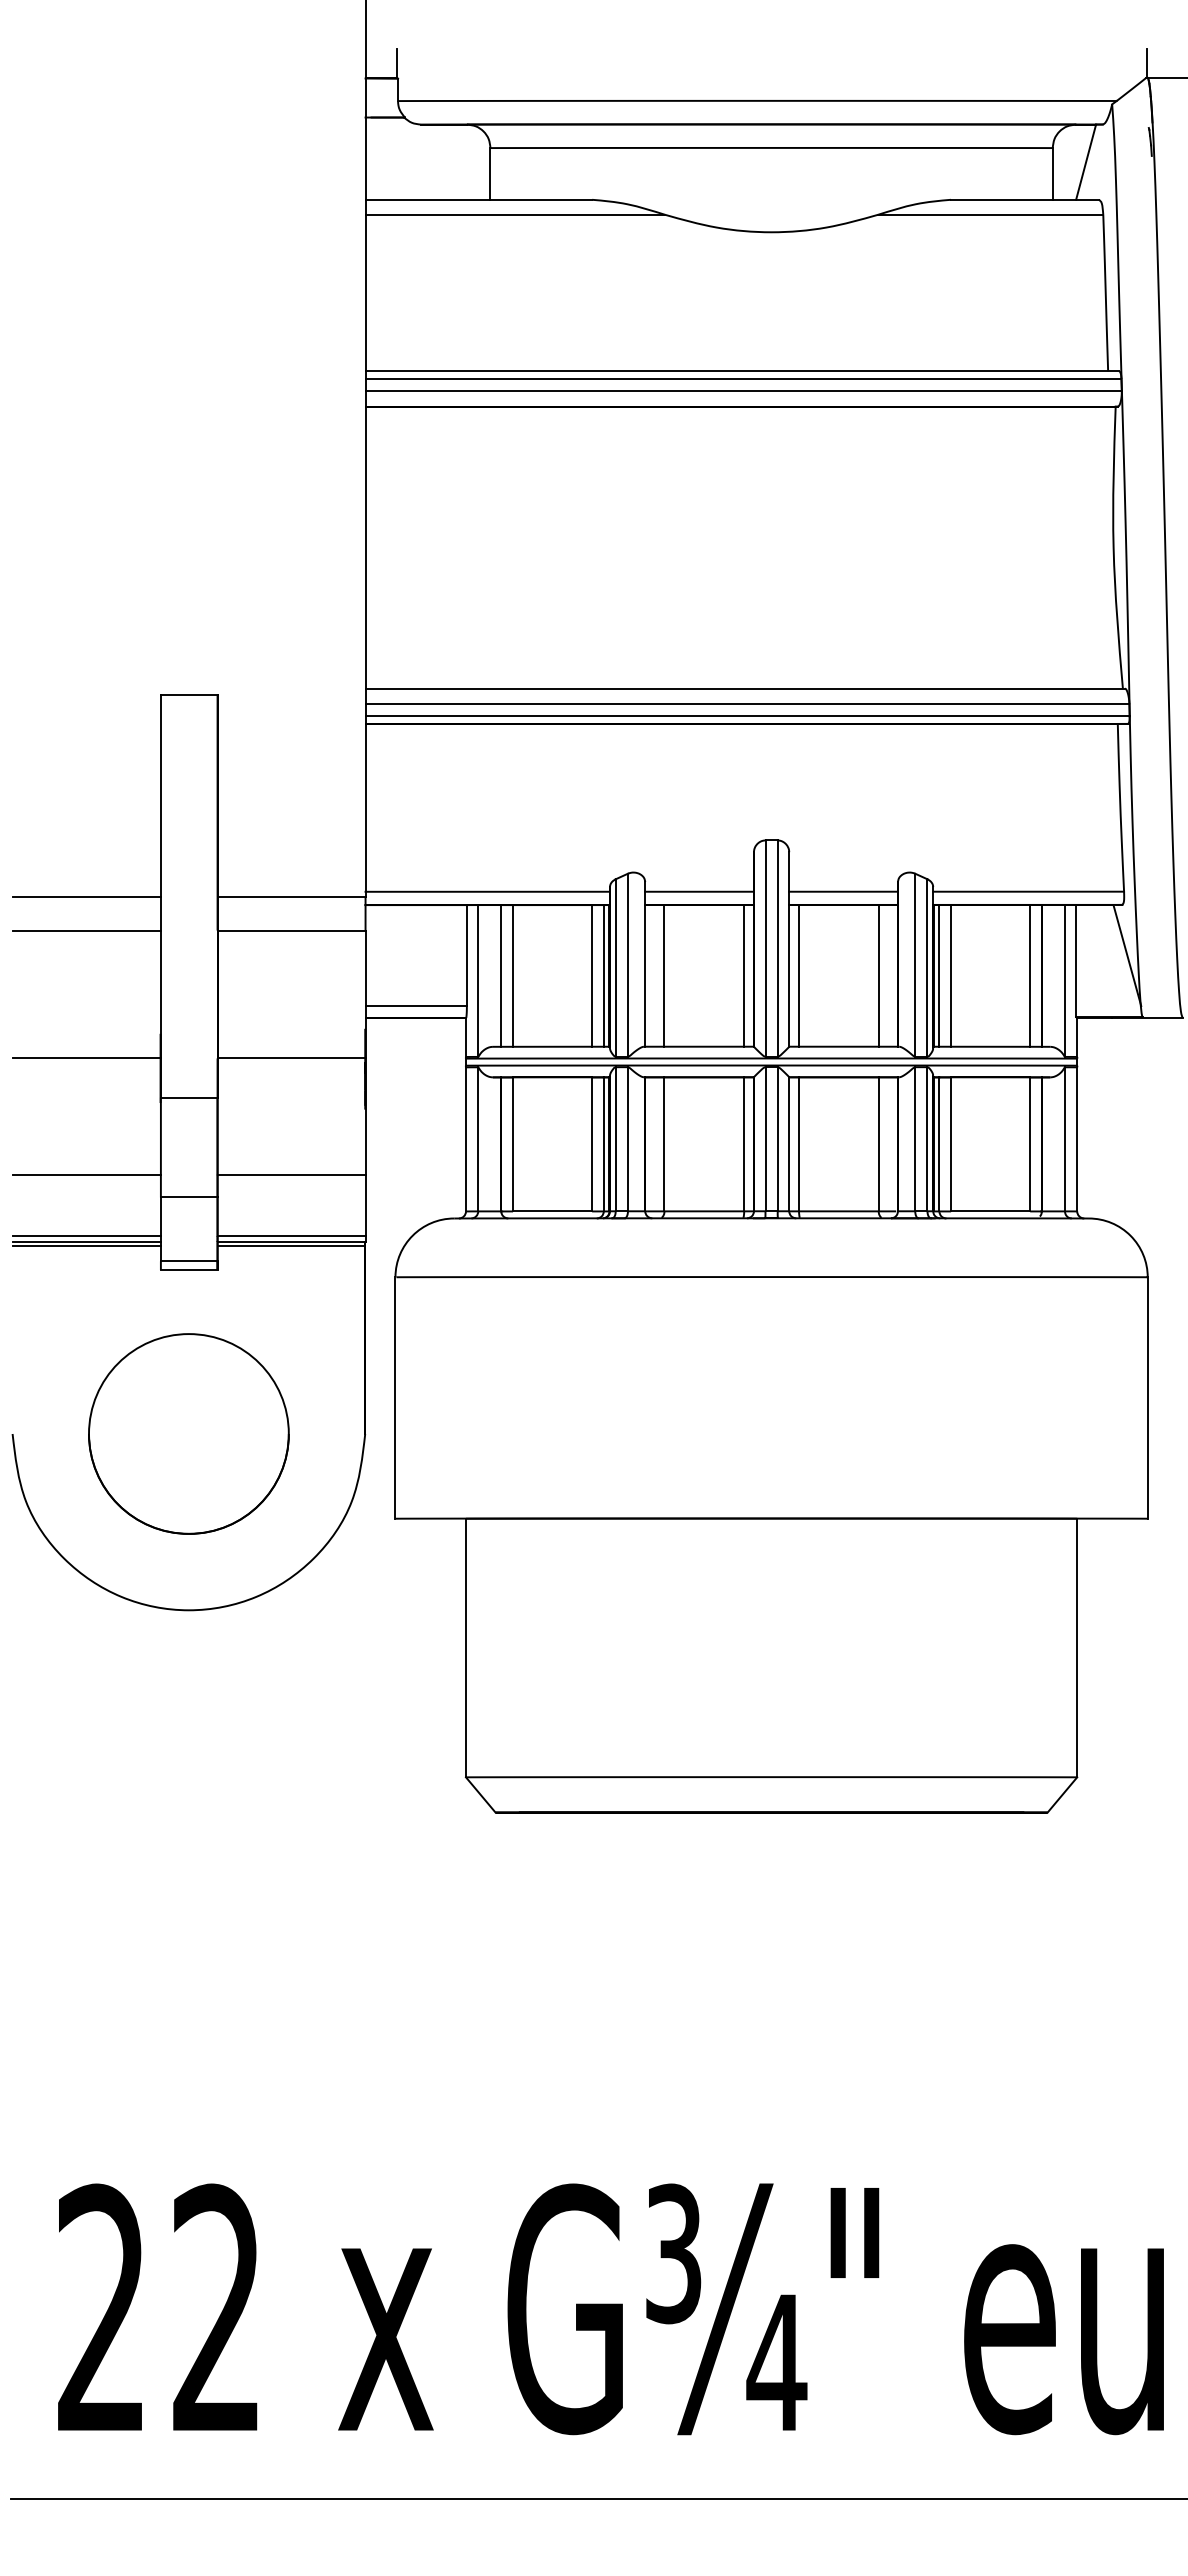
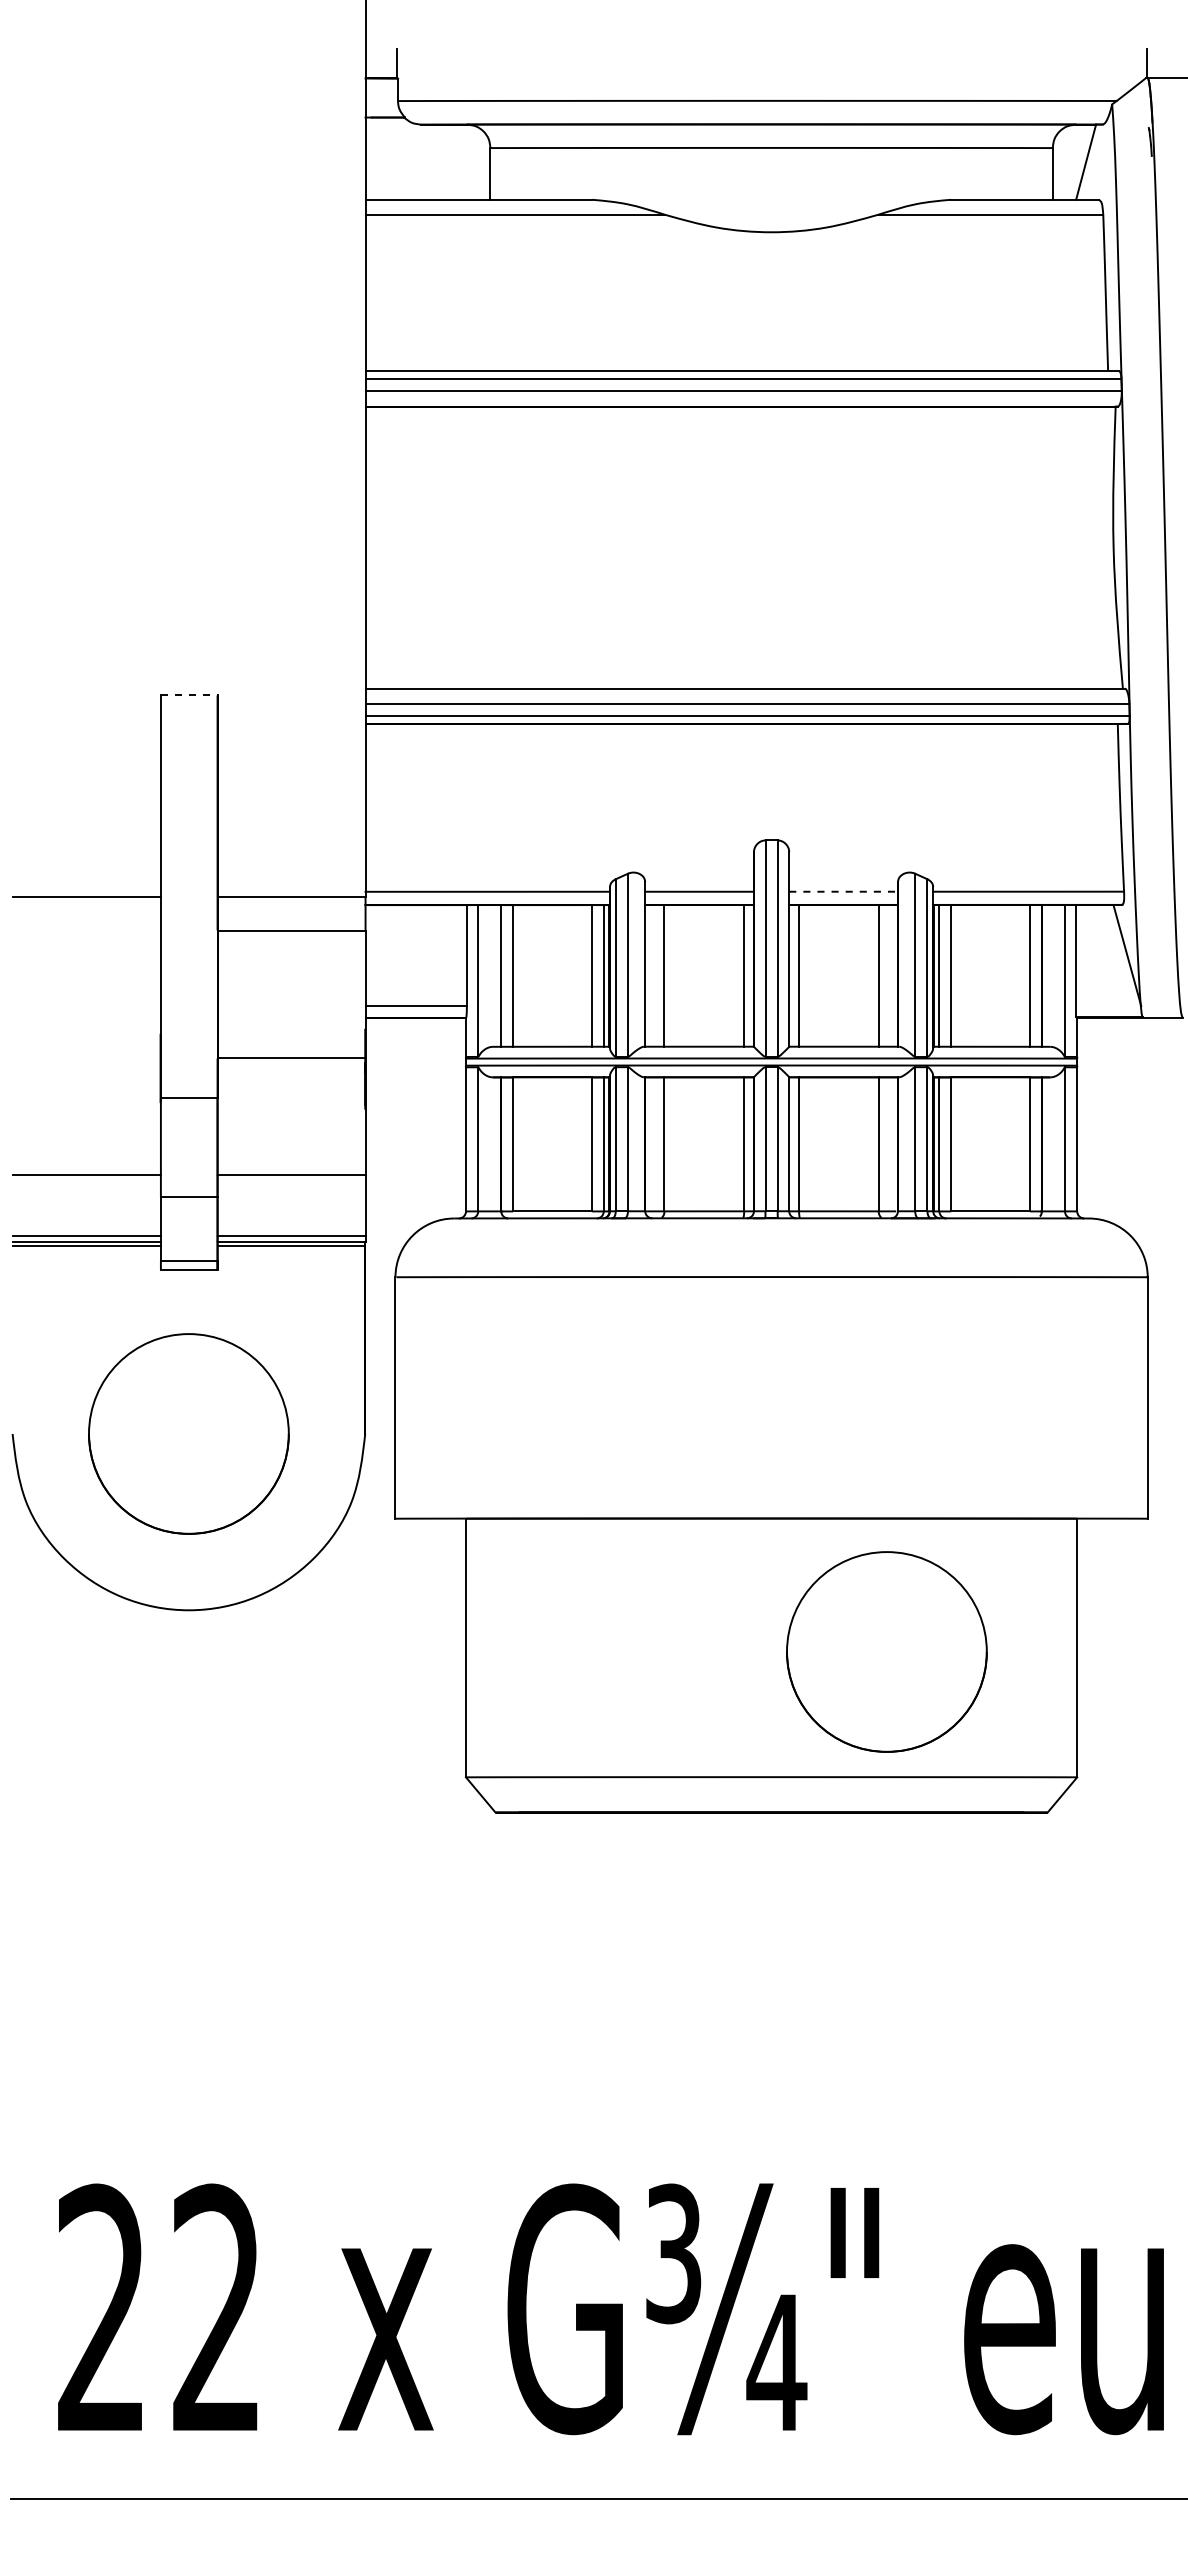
line at (189, 695): solid -> dashed
line at (844, 891): solid -> dashed
line at (86, 930): present -> none
line at (86, 1058): present -> none
circle at (886, 1651): none -> present
